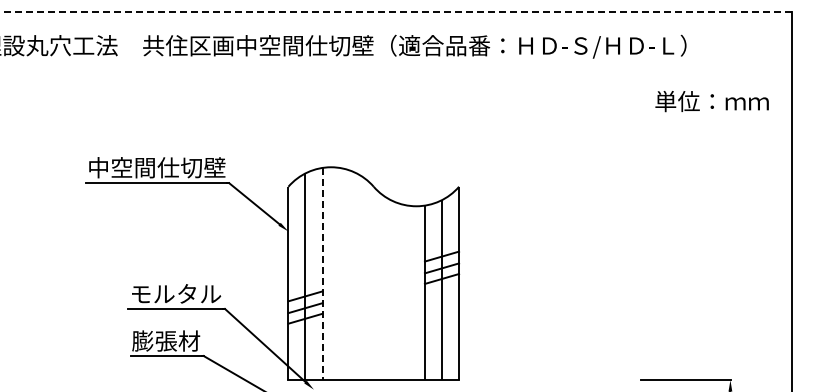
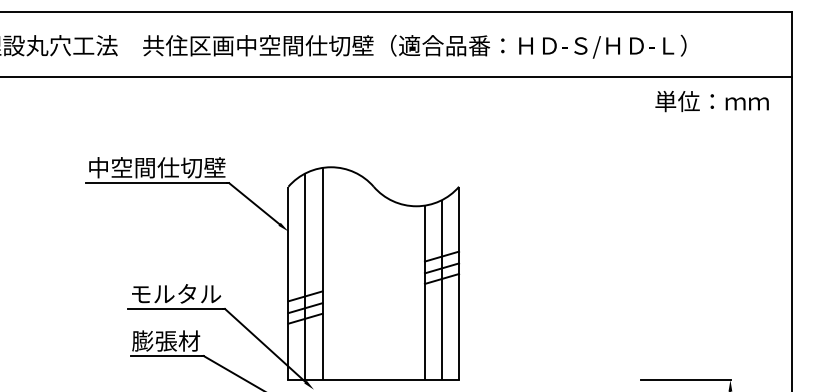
line at (395, 11): dashed -> solid
line at (396, 76): none -> present
line at (322, 274): dashed -> solid
